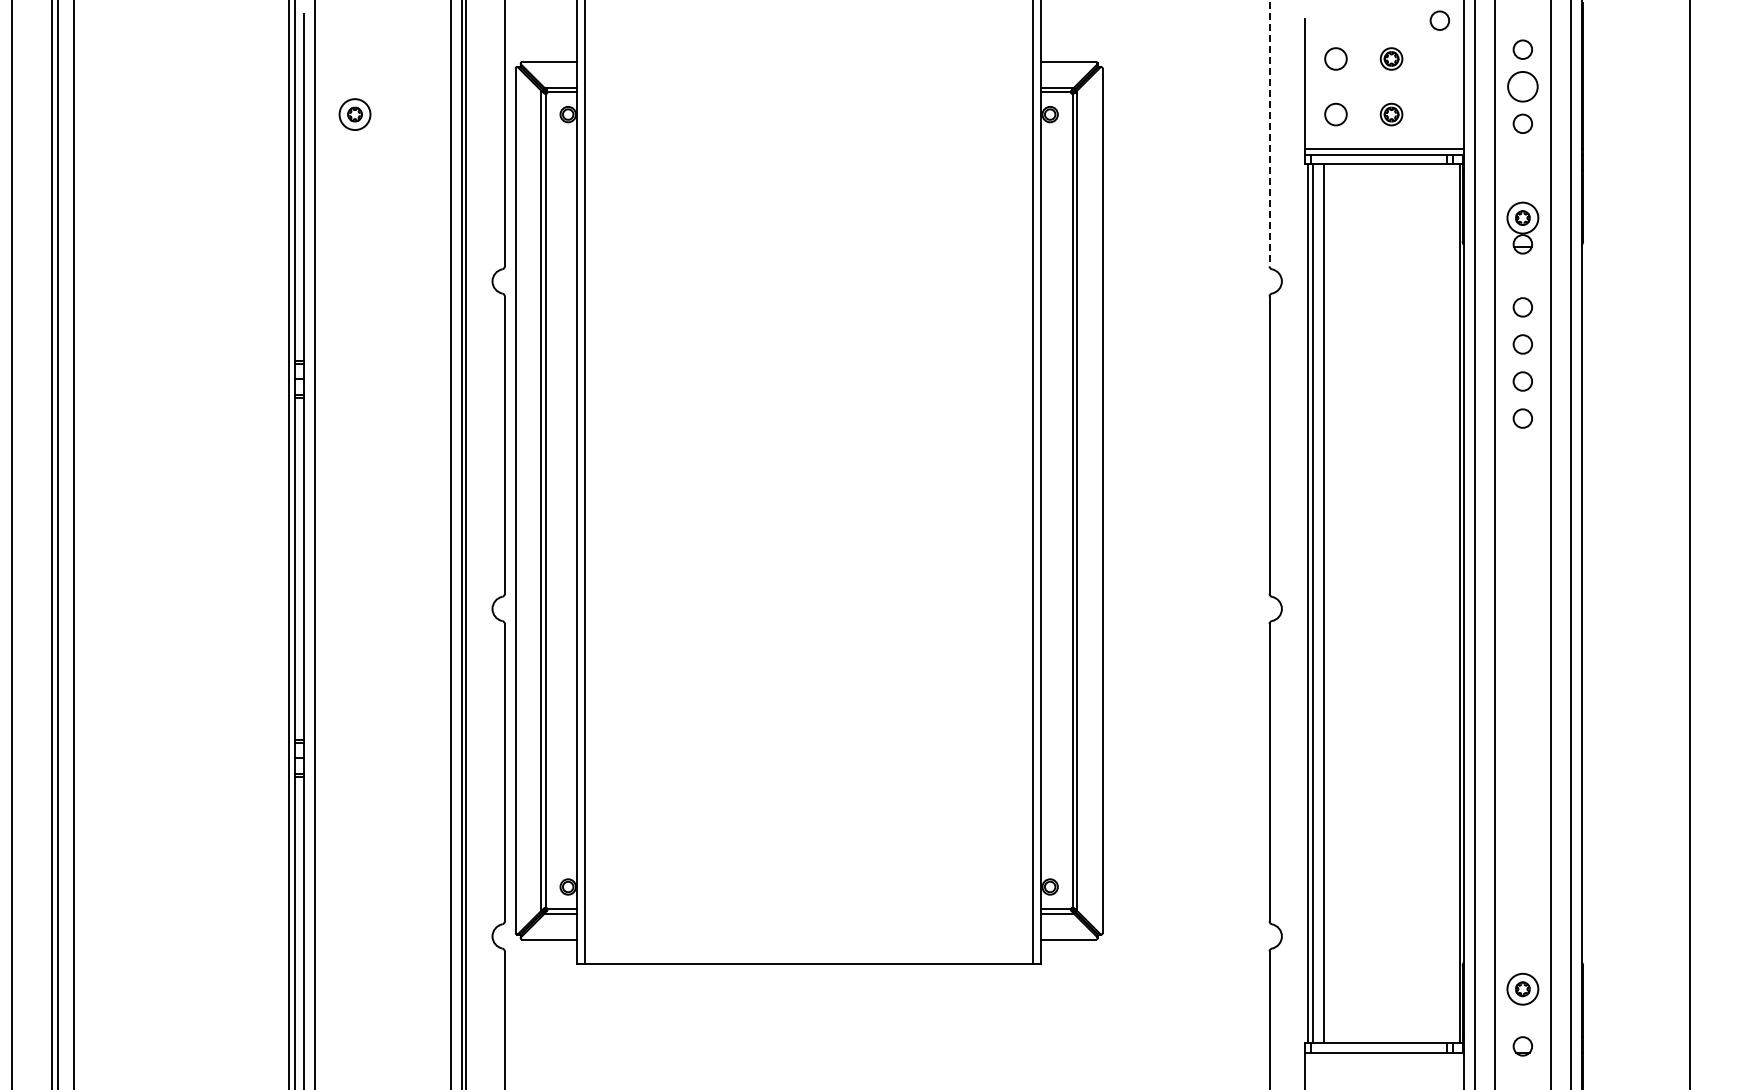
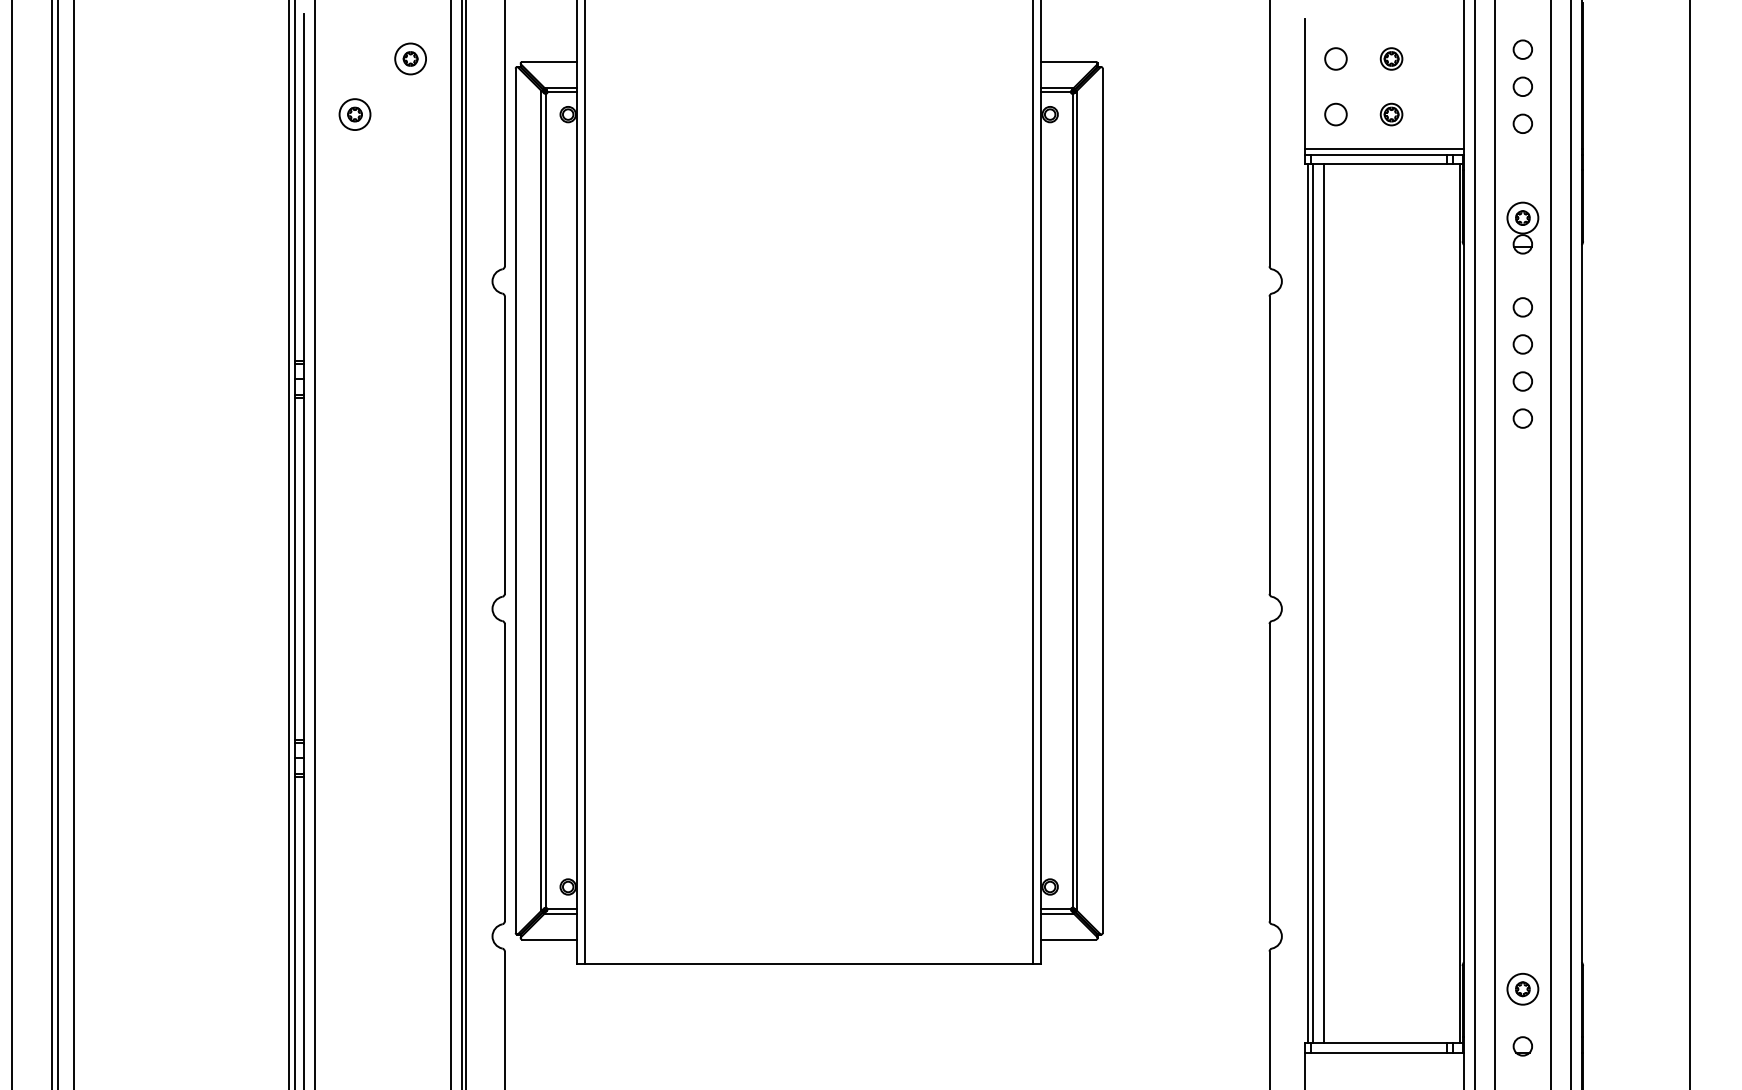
circle at (1439, 20): present -> none
part at (410, 58): none -> present
circle at (1522, 86) diameter: 30 px -> 19 px
line at (1269, 133): dashed -> solid
